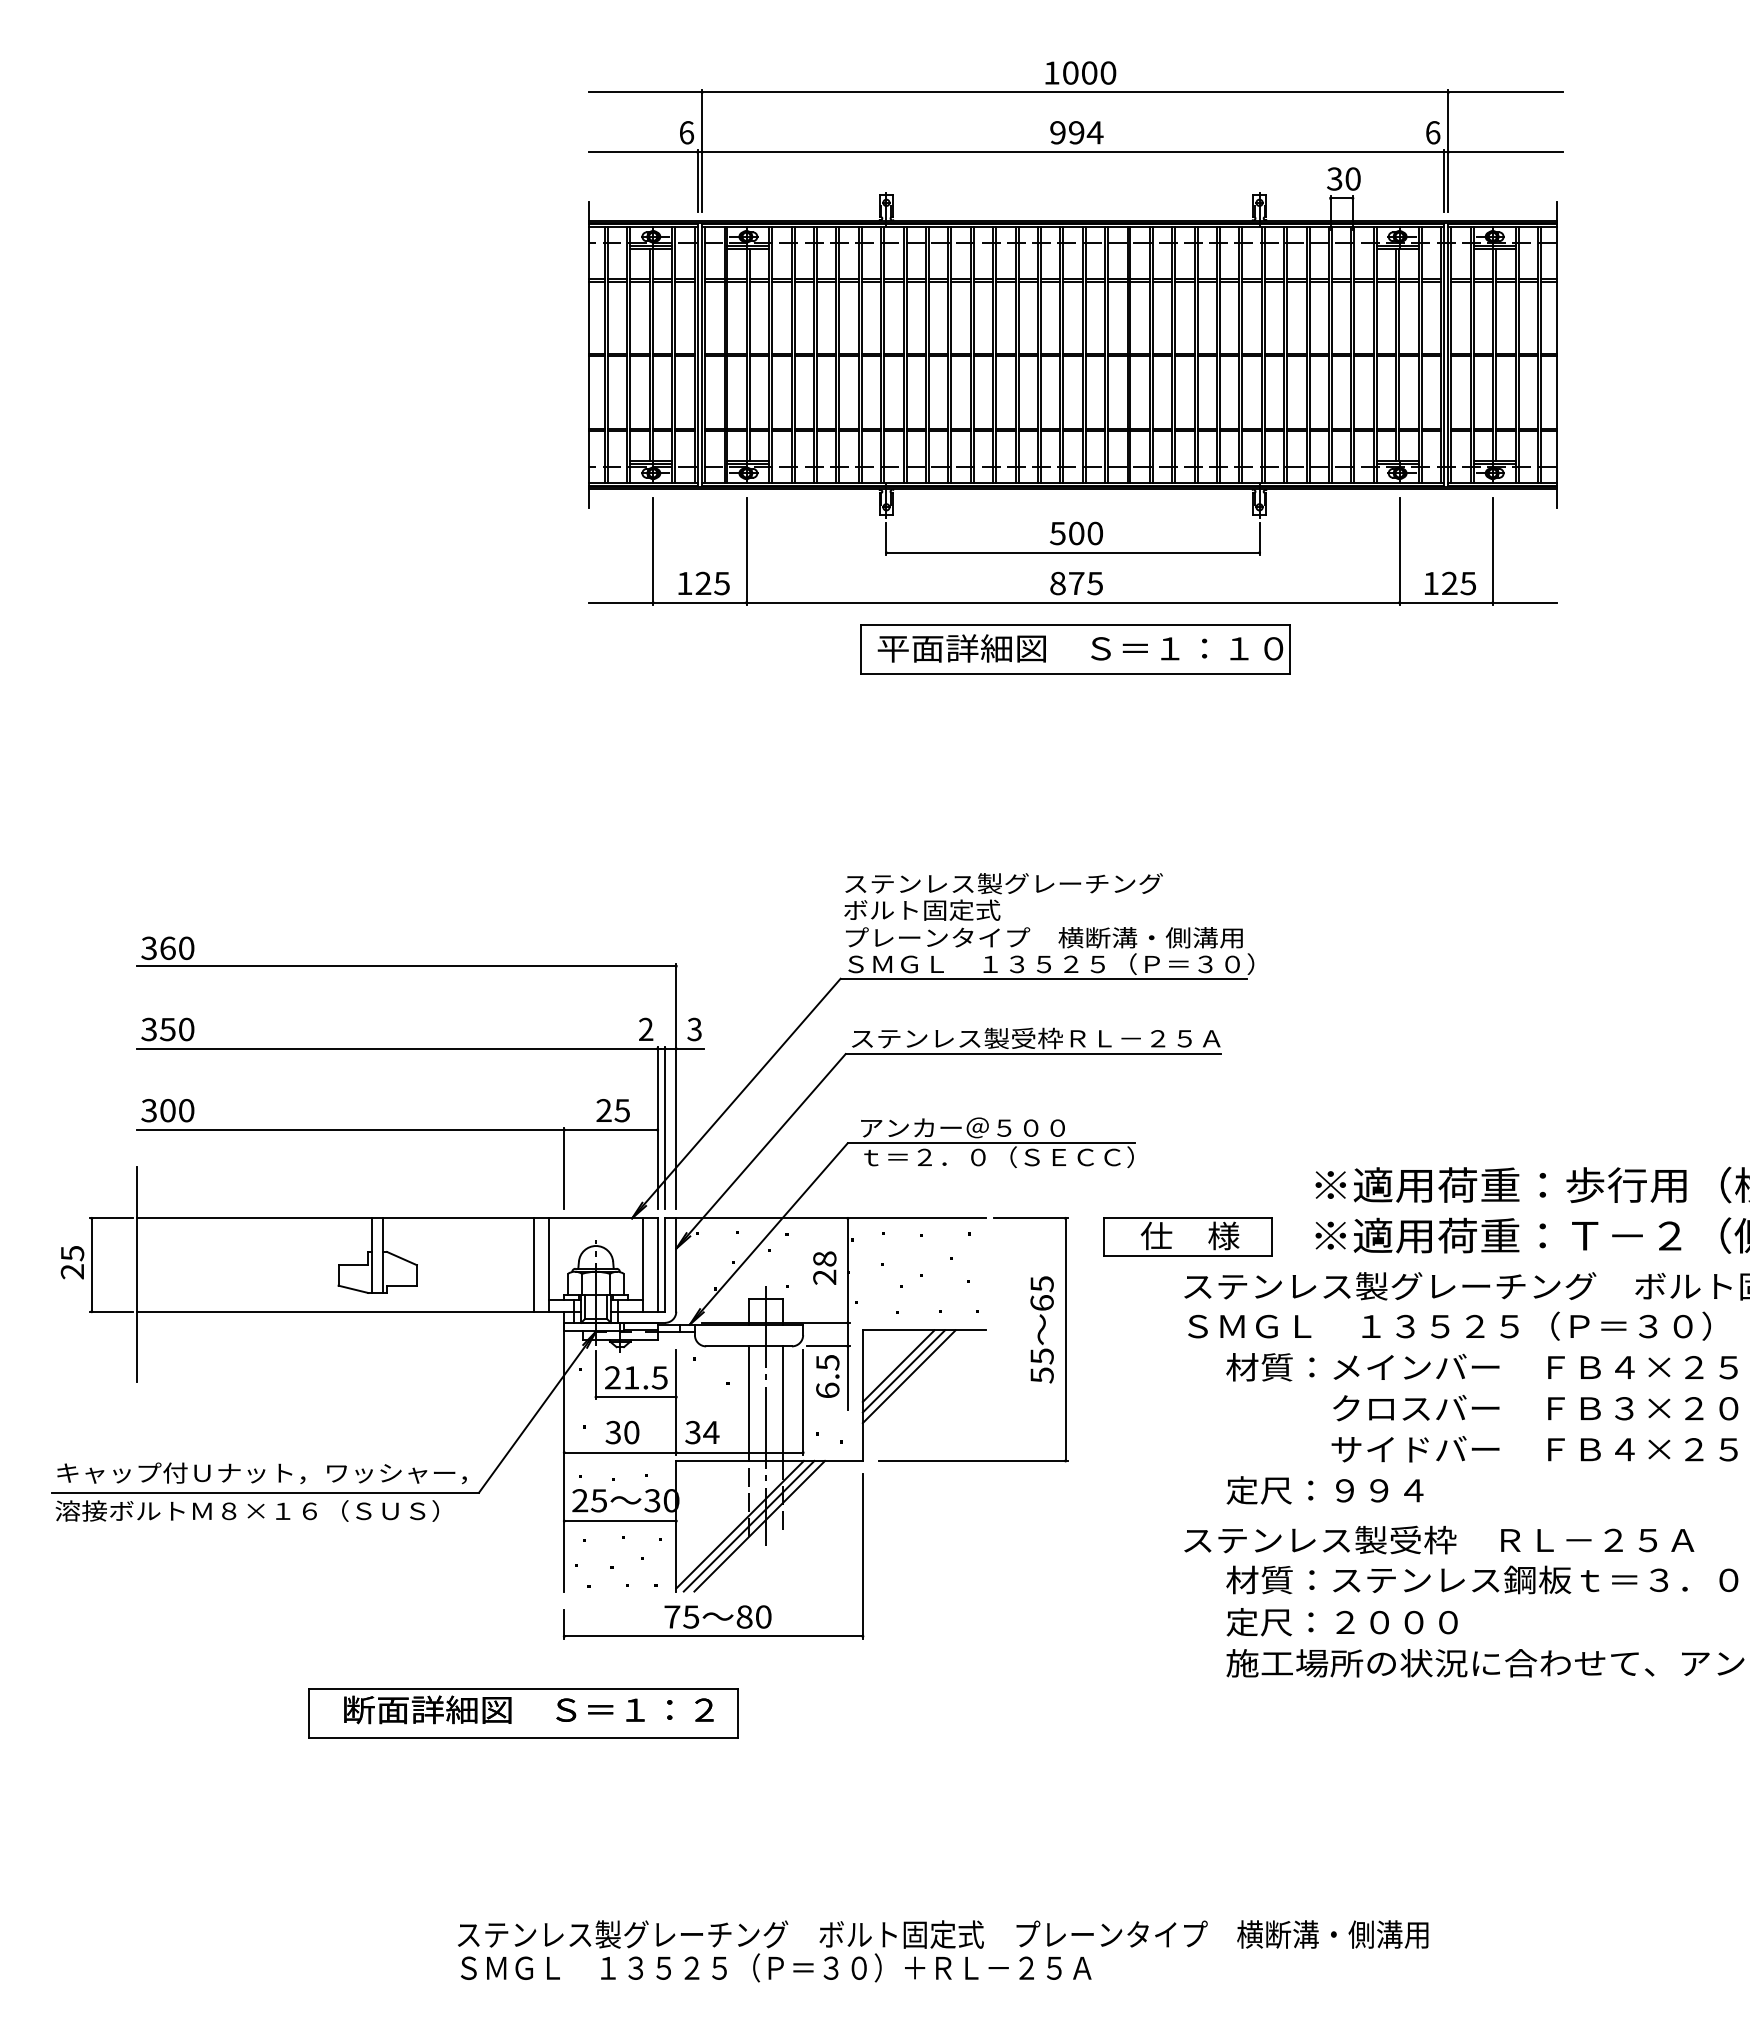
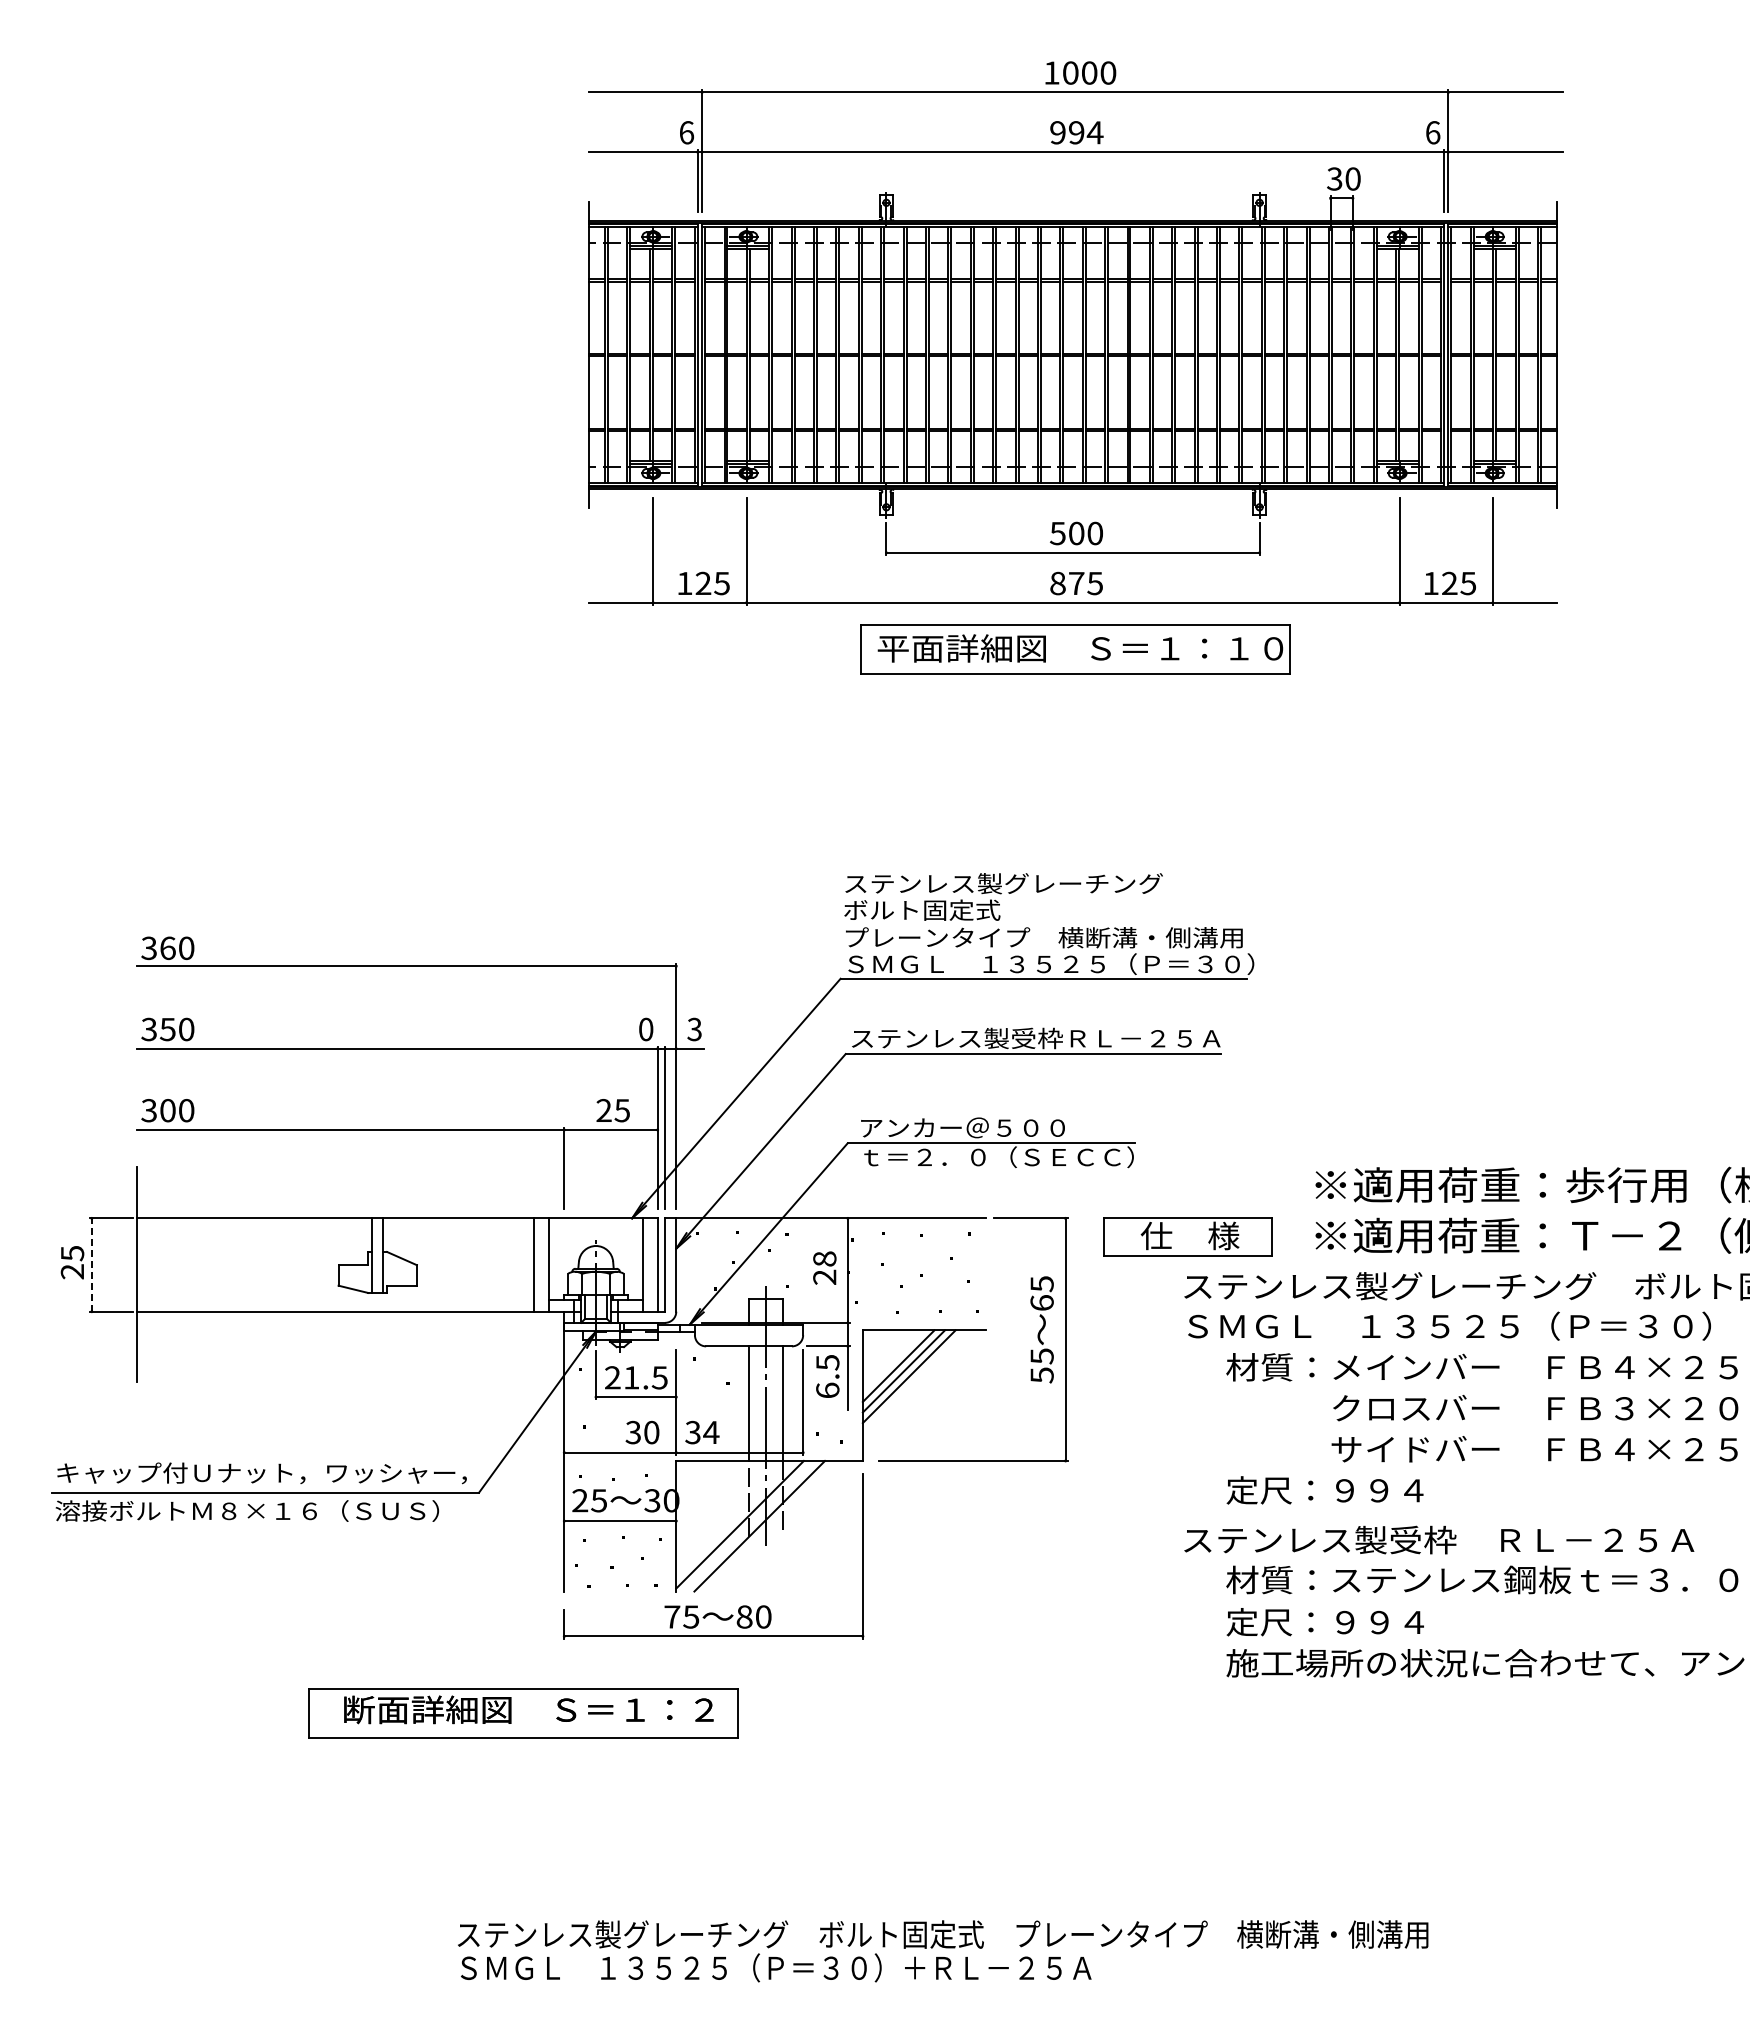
text at (646, 1029): 2 -> 0
line at (91, 1265): solid -> dashed
text at (622, 1432) position: (622, 1432) -> (642, 1432)
line at (748, 1525): present -> none
text at (1396, 1622): 定尺：２０００ -> 定尺：９９４
